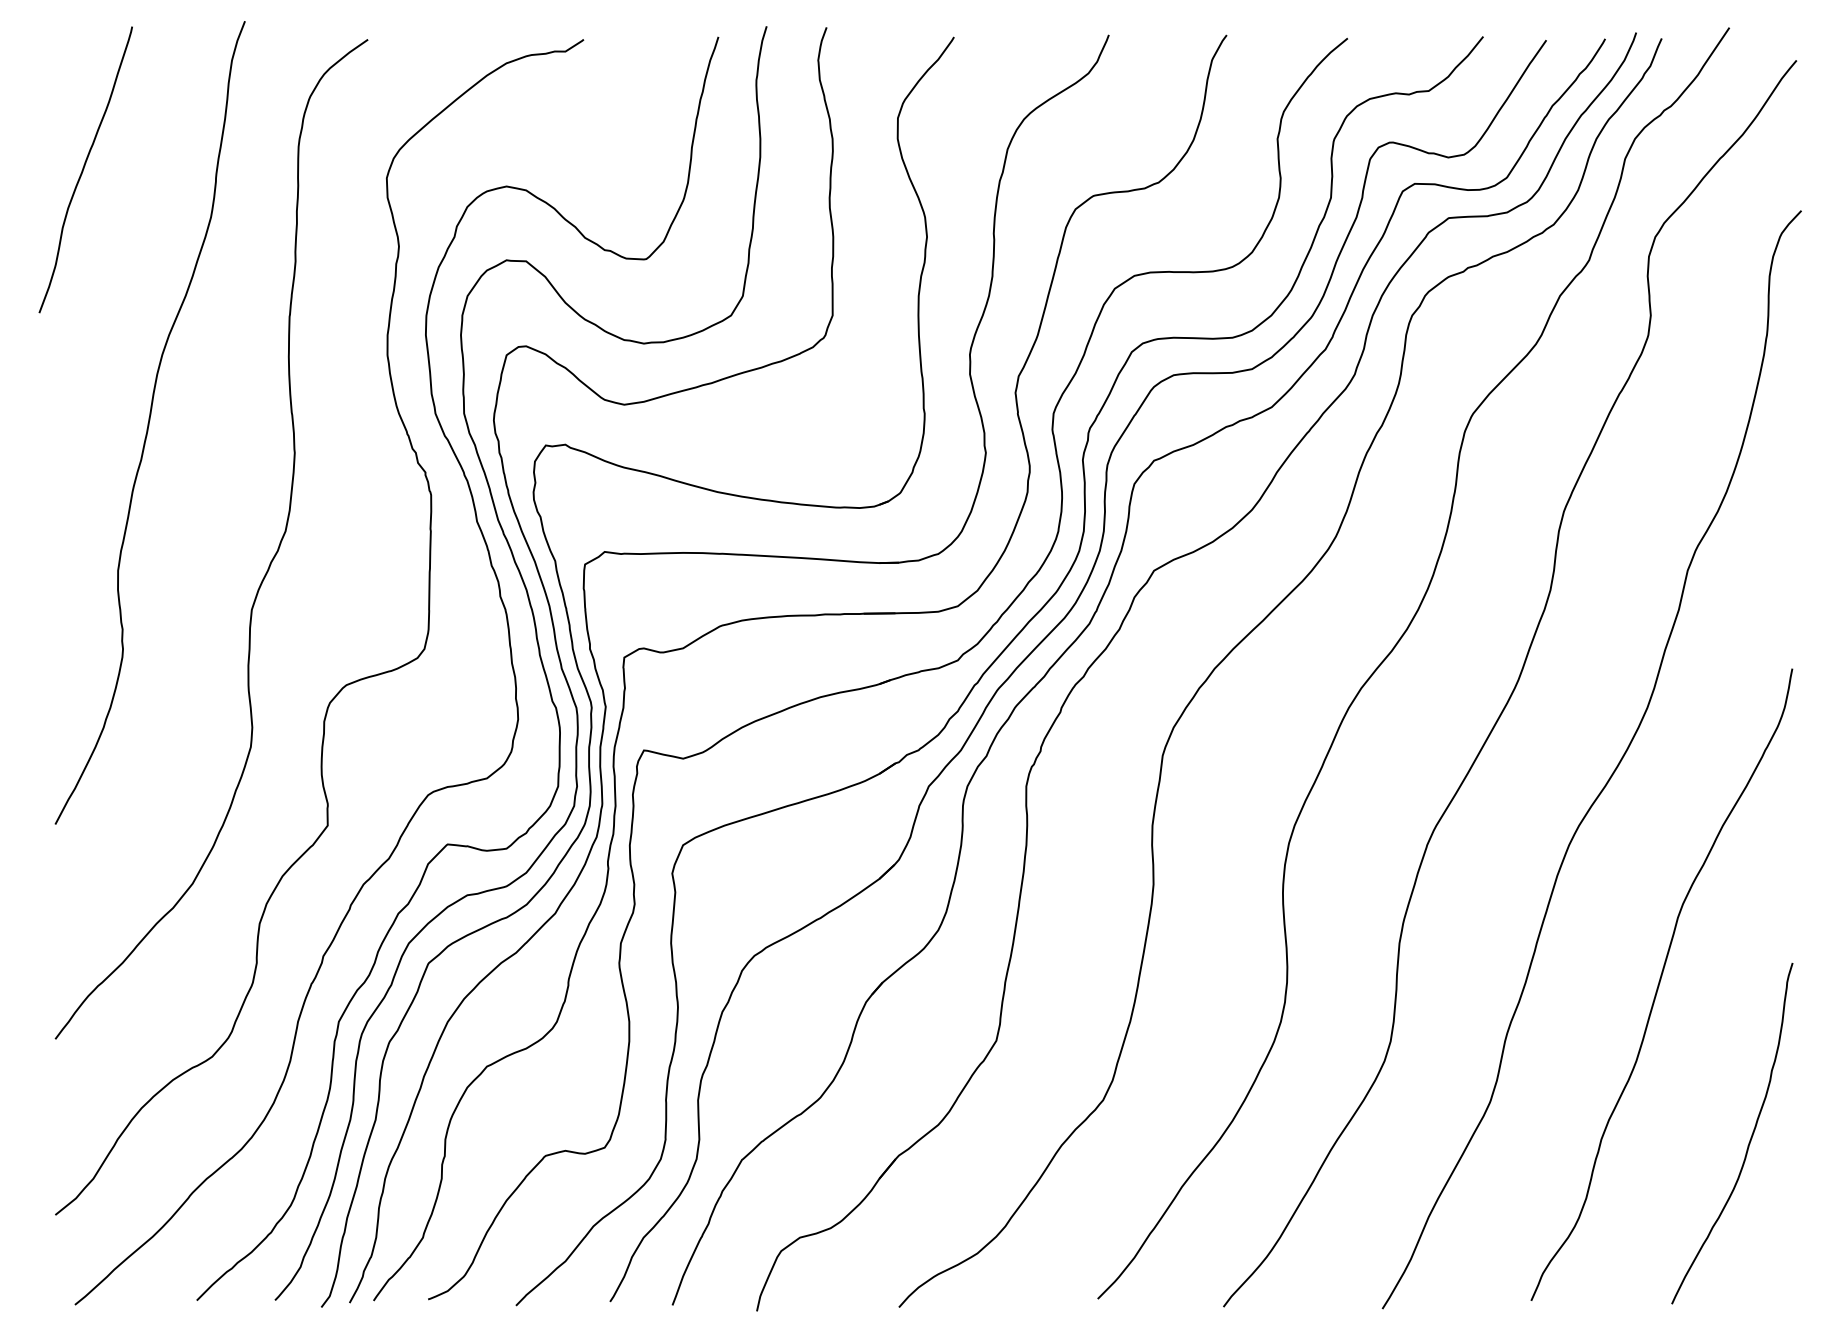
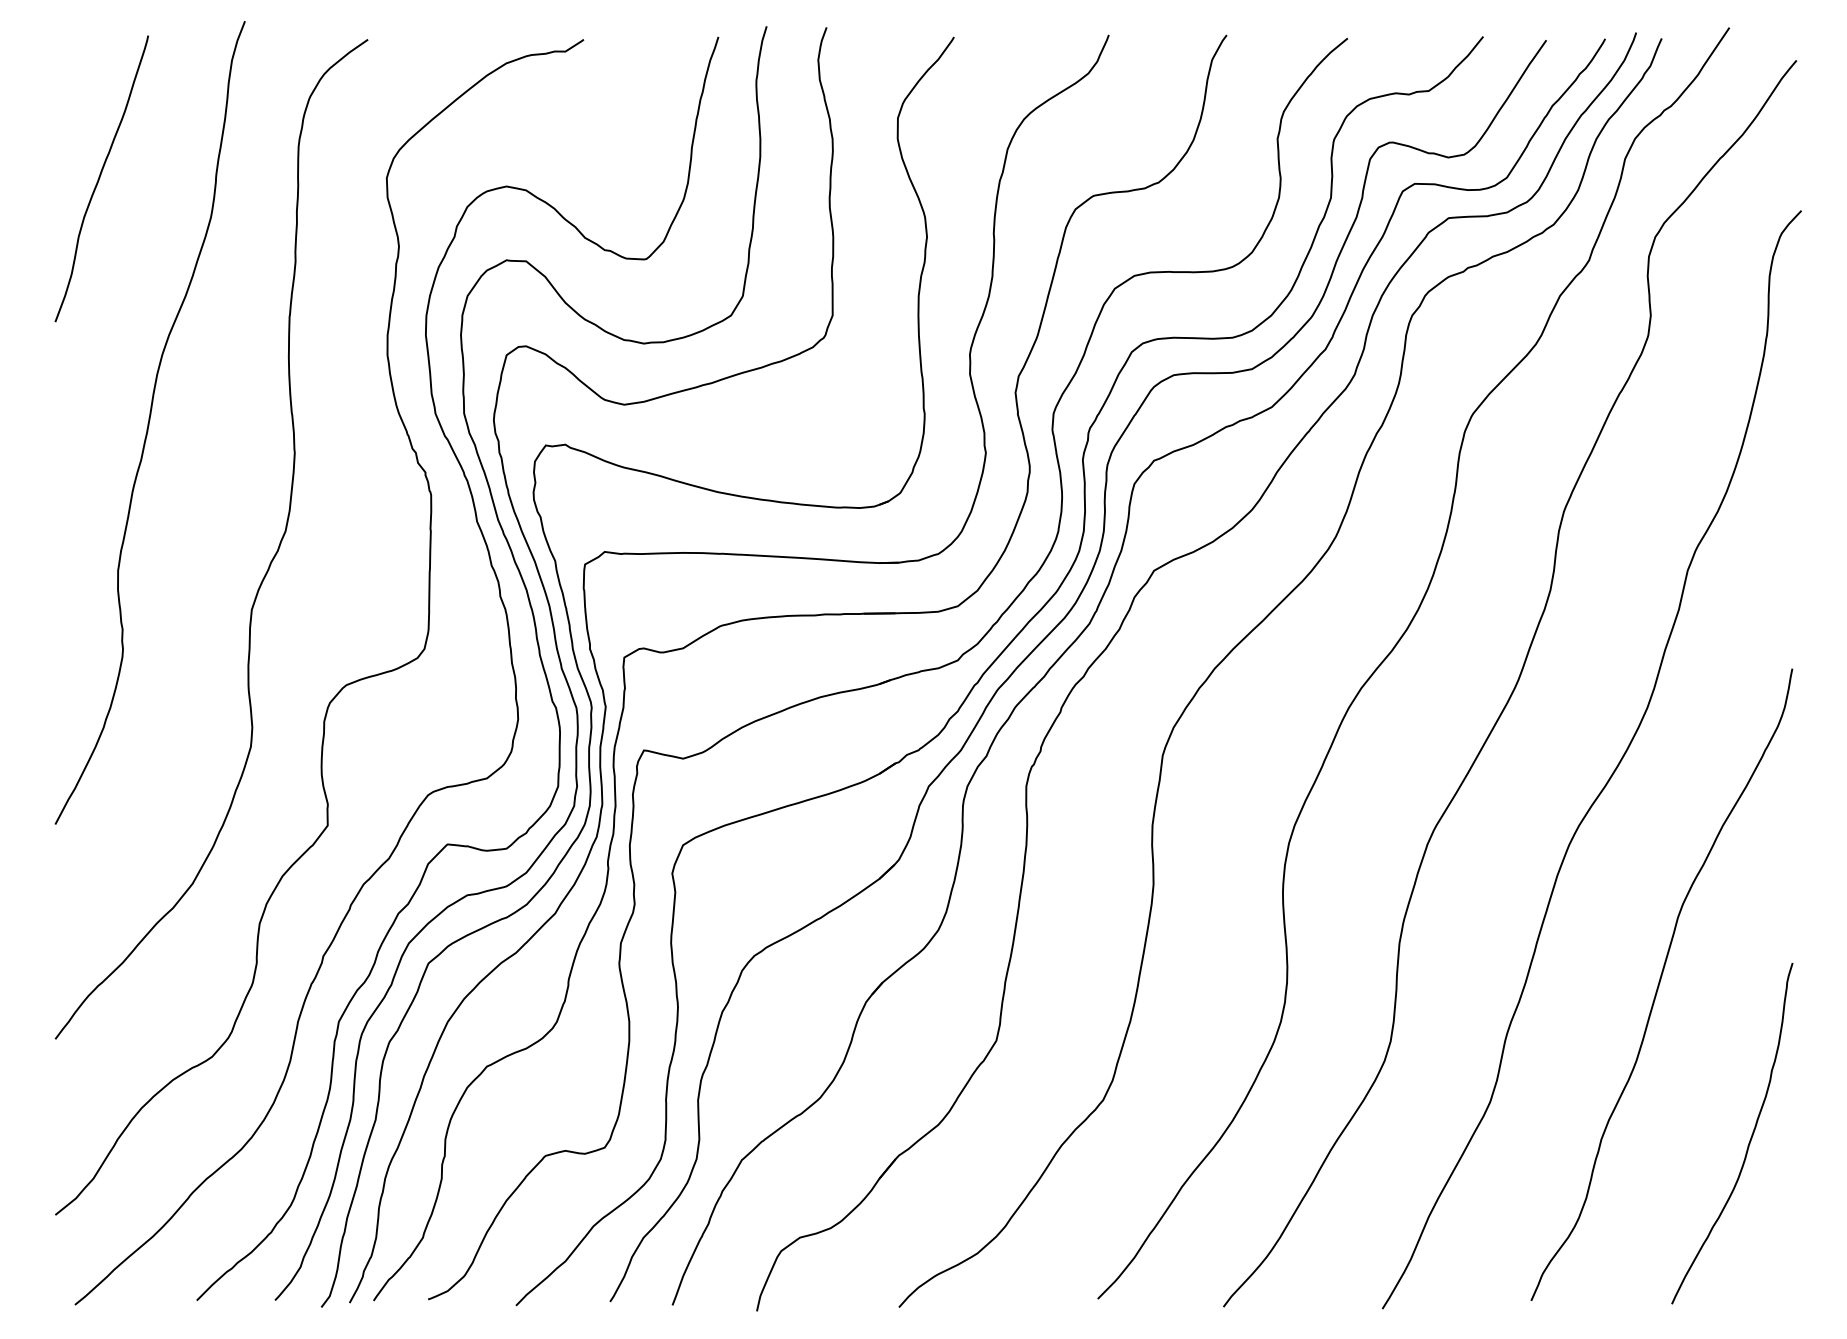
curve at (84, 169) position: (84, 169) -> (100, 178)
